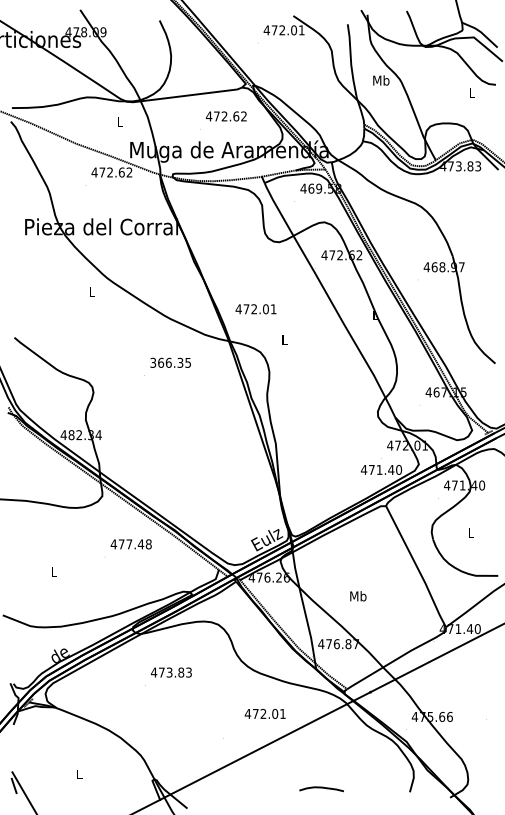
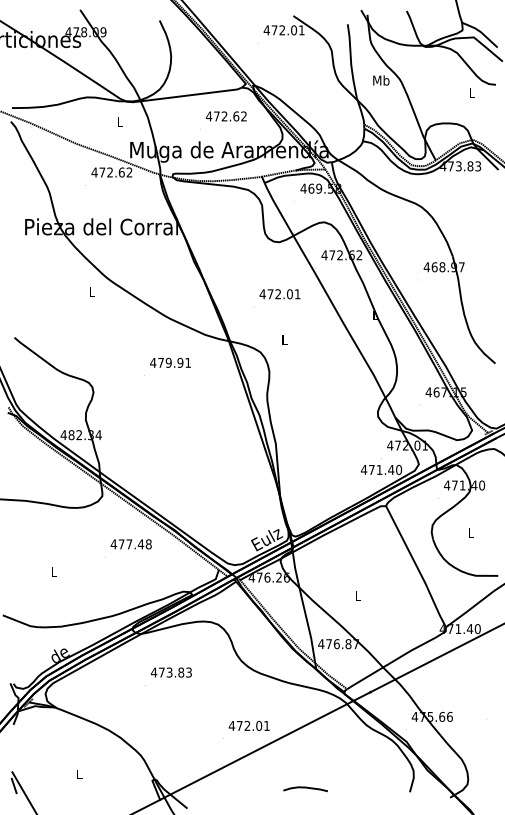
text at (255, 309) position: (255, 309) -> (279, 294)
text at (170, 362): 366.35 -> 479.91
text at (358, 596): Mb -> L
text at (264, 713) position: (264, 713) -> (248, 725)
curve at (321, 788) position: (321, 788) -> (305, 788)
